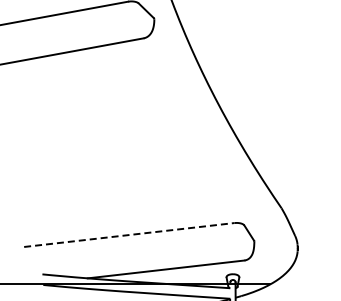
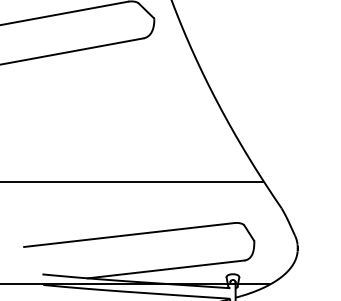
line at (132, 181): none -> present
line at (129, 235): dashed -> solid
